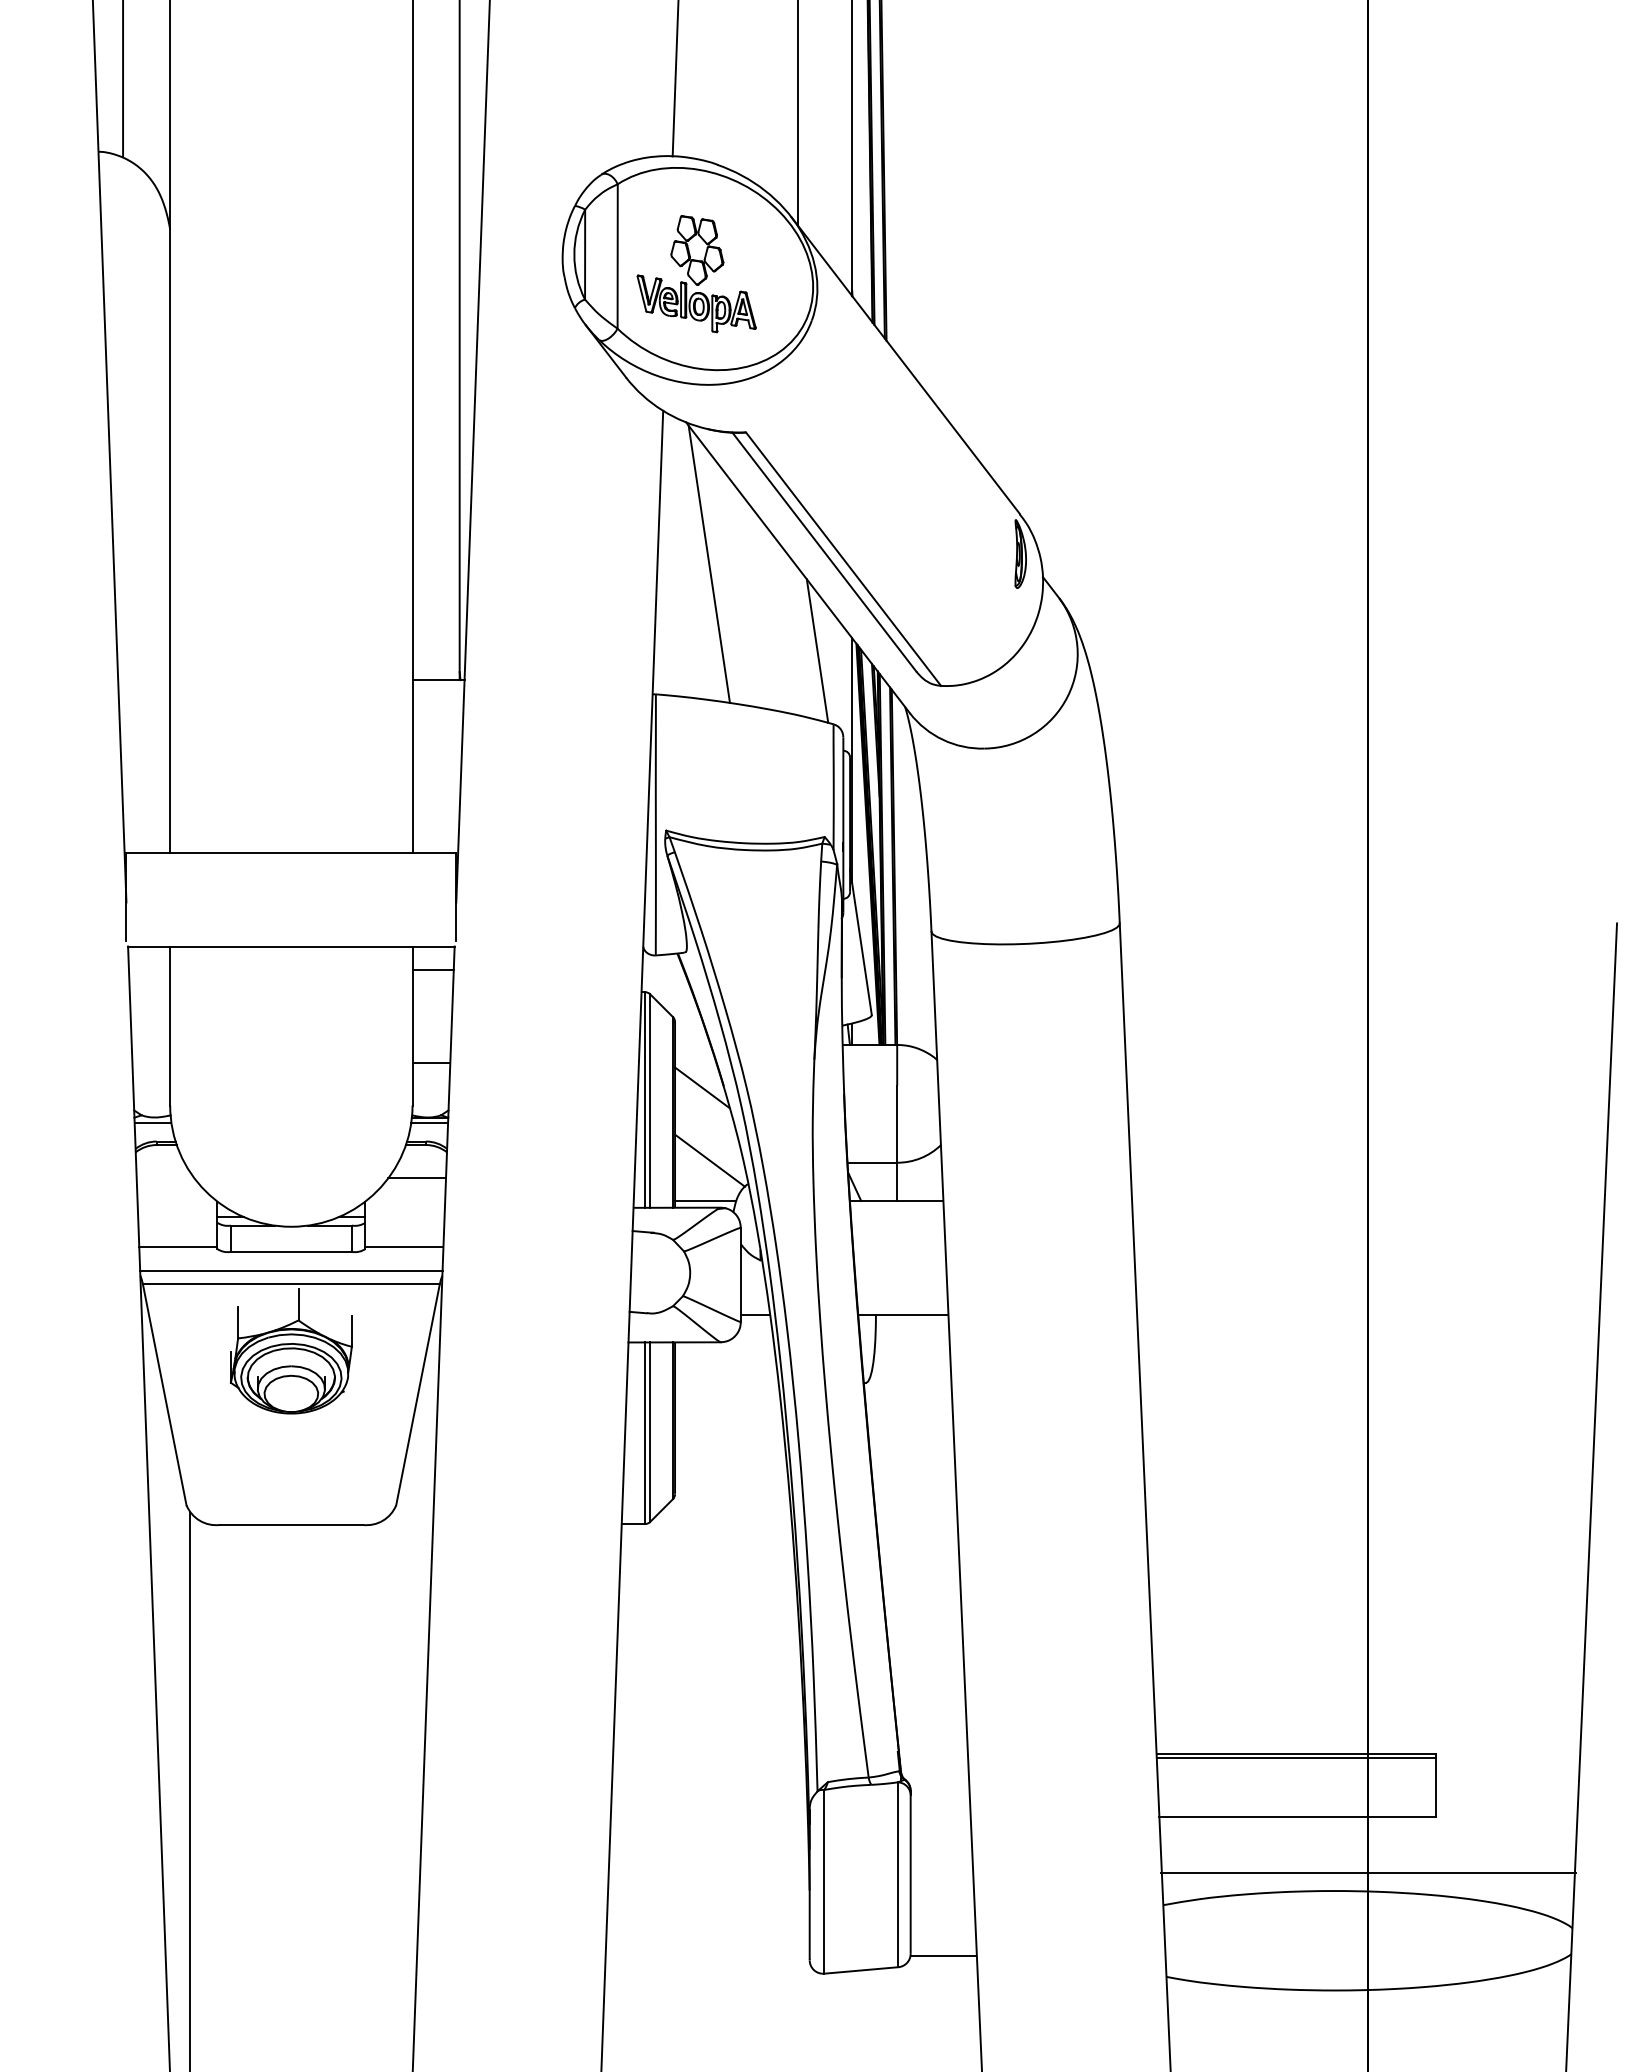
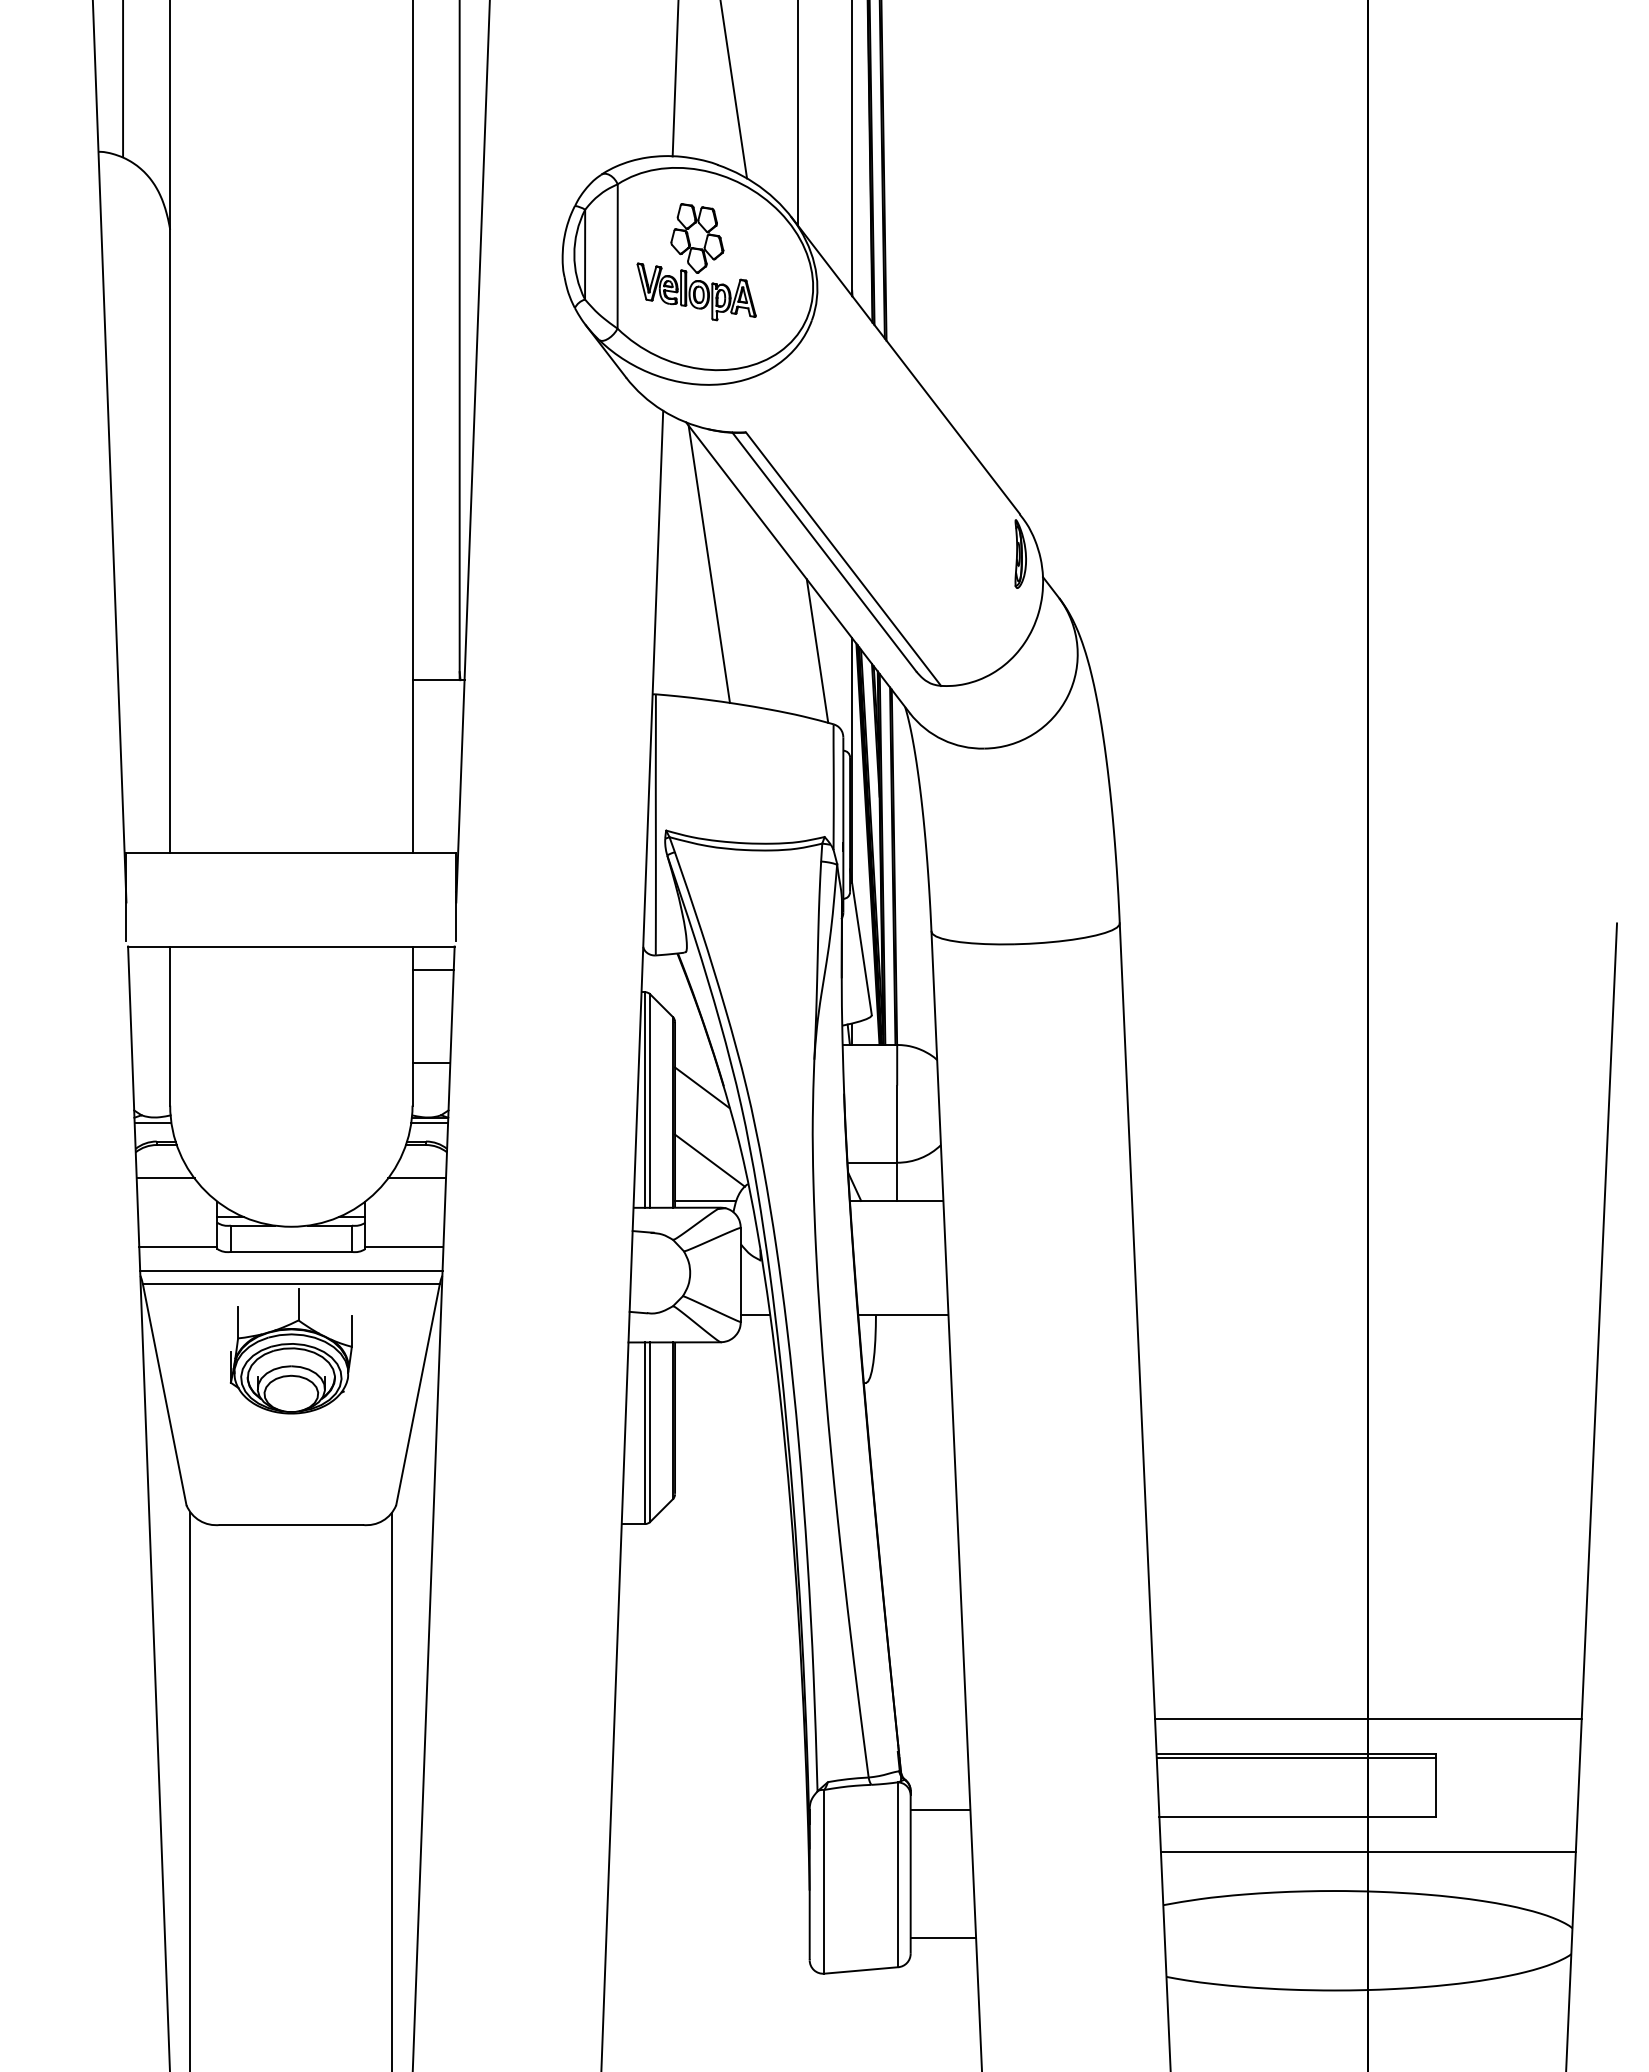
line at (733, 90): none -> present
part at (696, 274) position: (696, 274) -> (696, 262)
line at (165, 1178): none -> present
line at (1368, 1718): none -> present
line at (392, 1790): none -> present
line at (940, 1810): none -> present
line at (1367, 1873) position: (1367, 1873) -> (1367, 1852)
line at (943, 1955) position: (943, 1955) -> (943, 1937)
